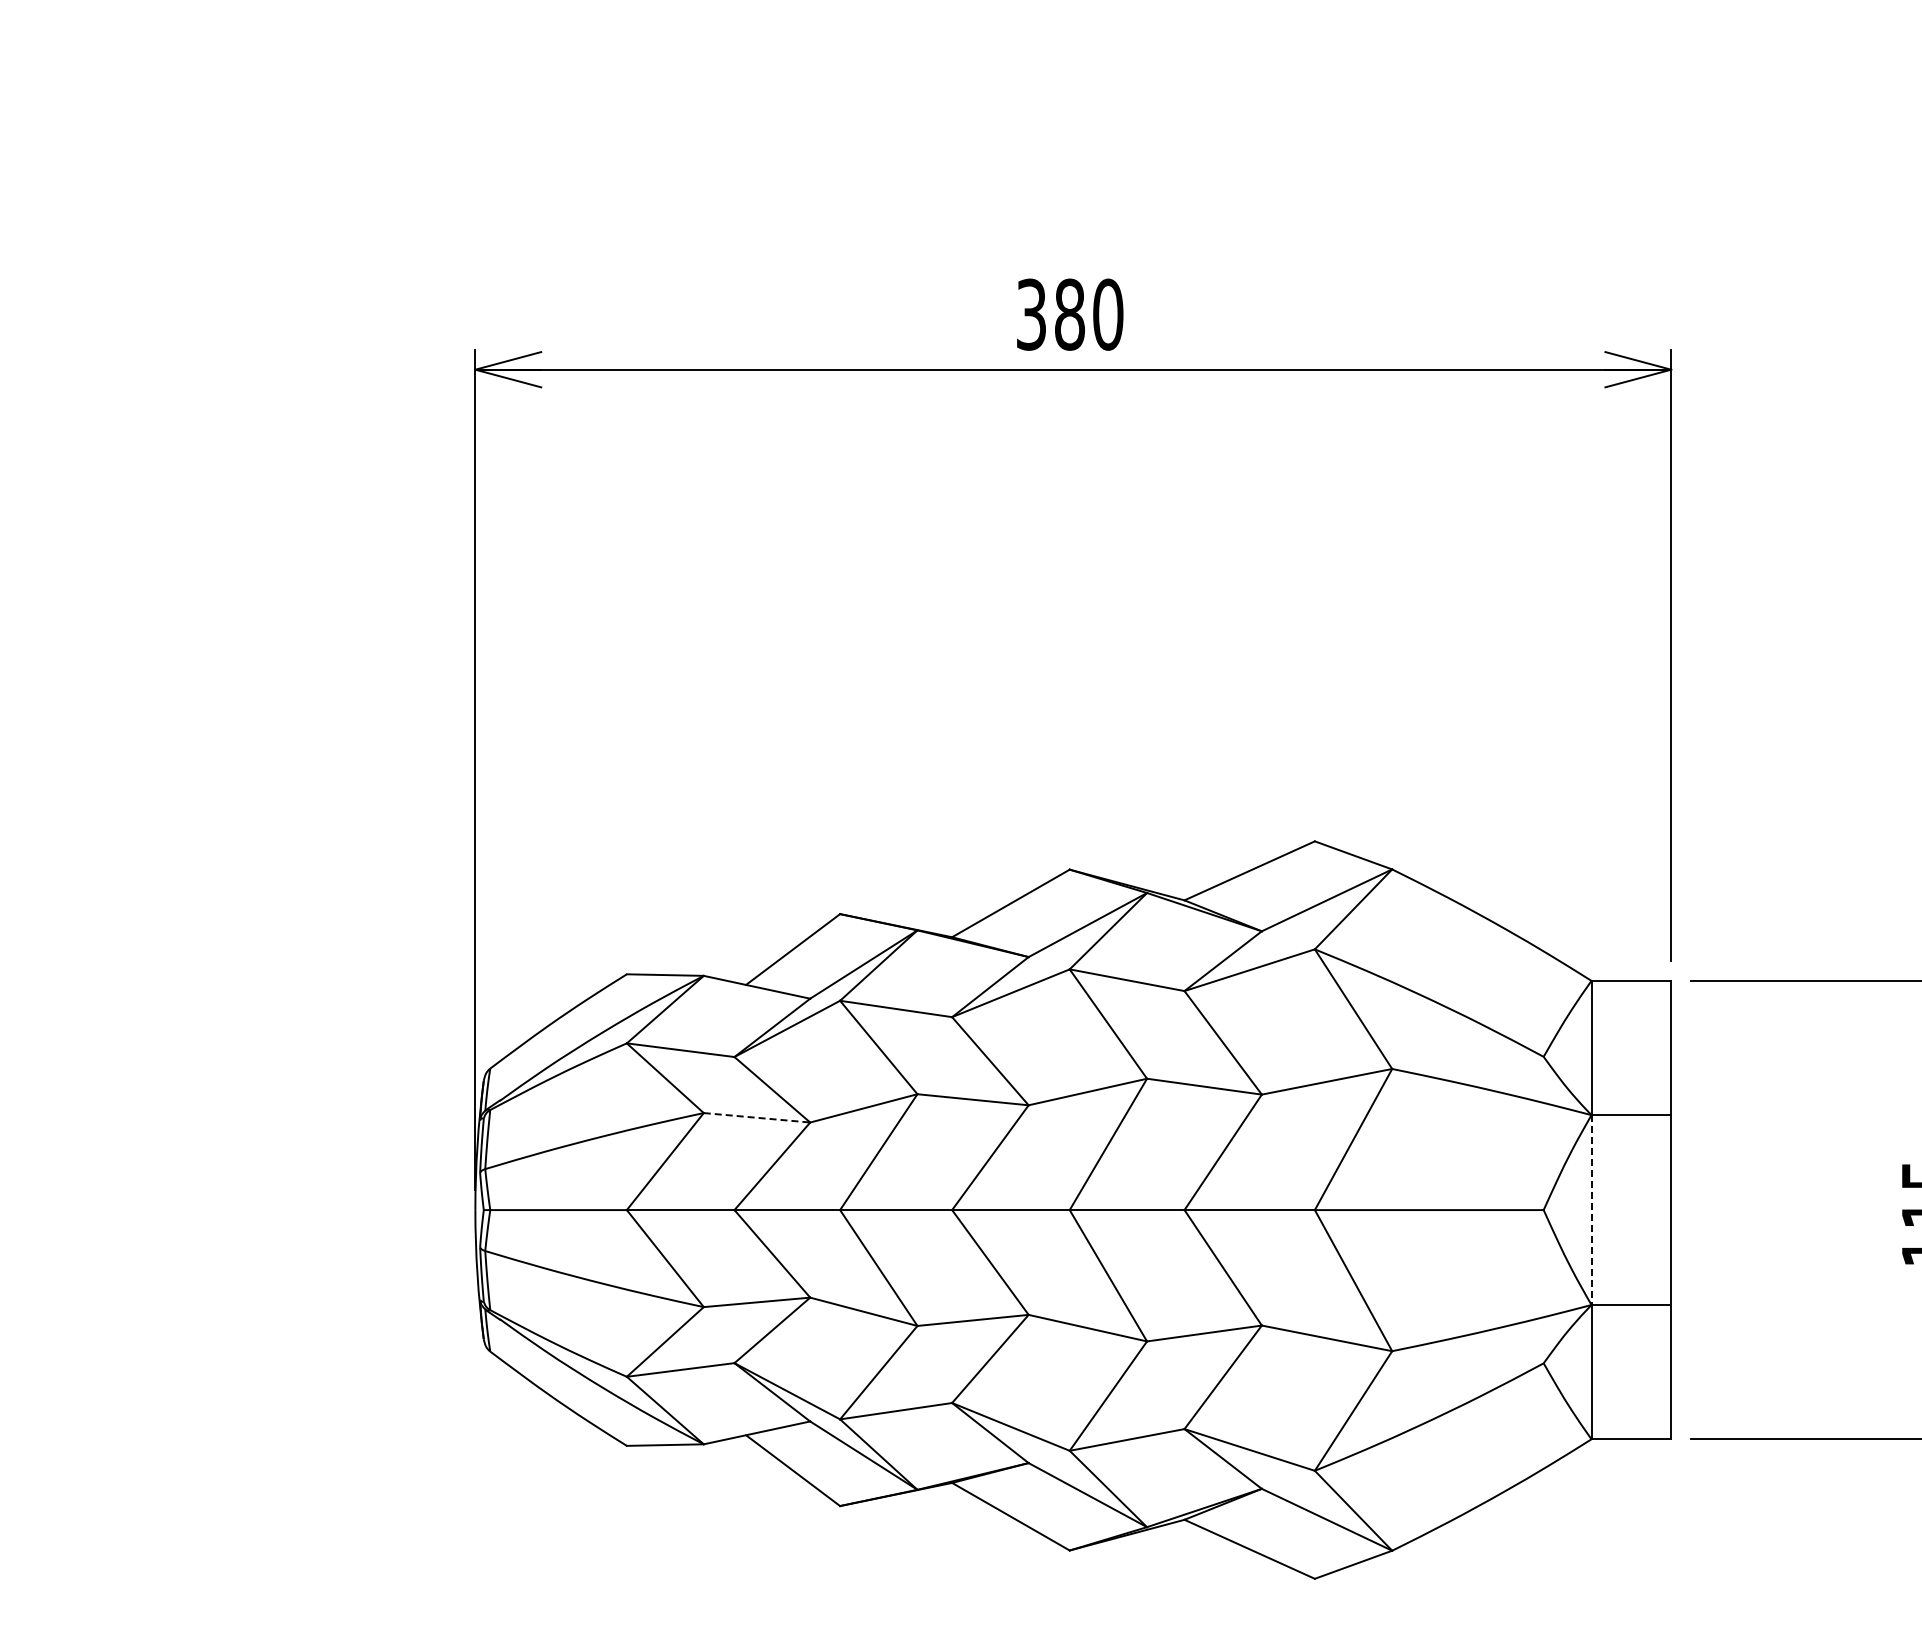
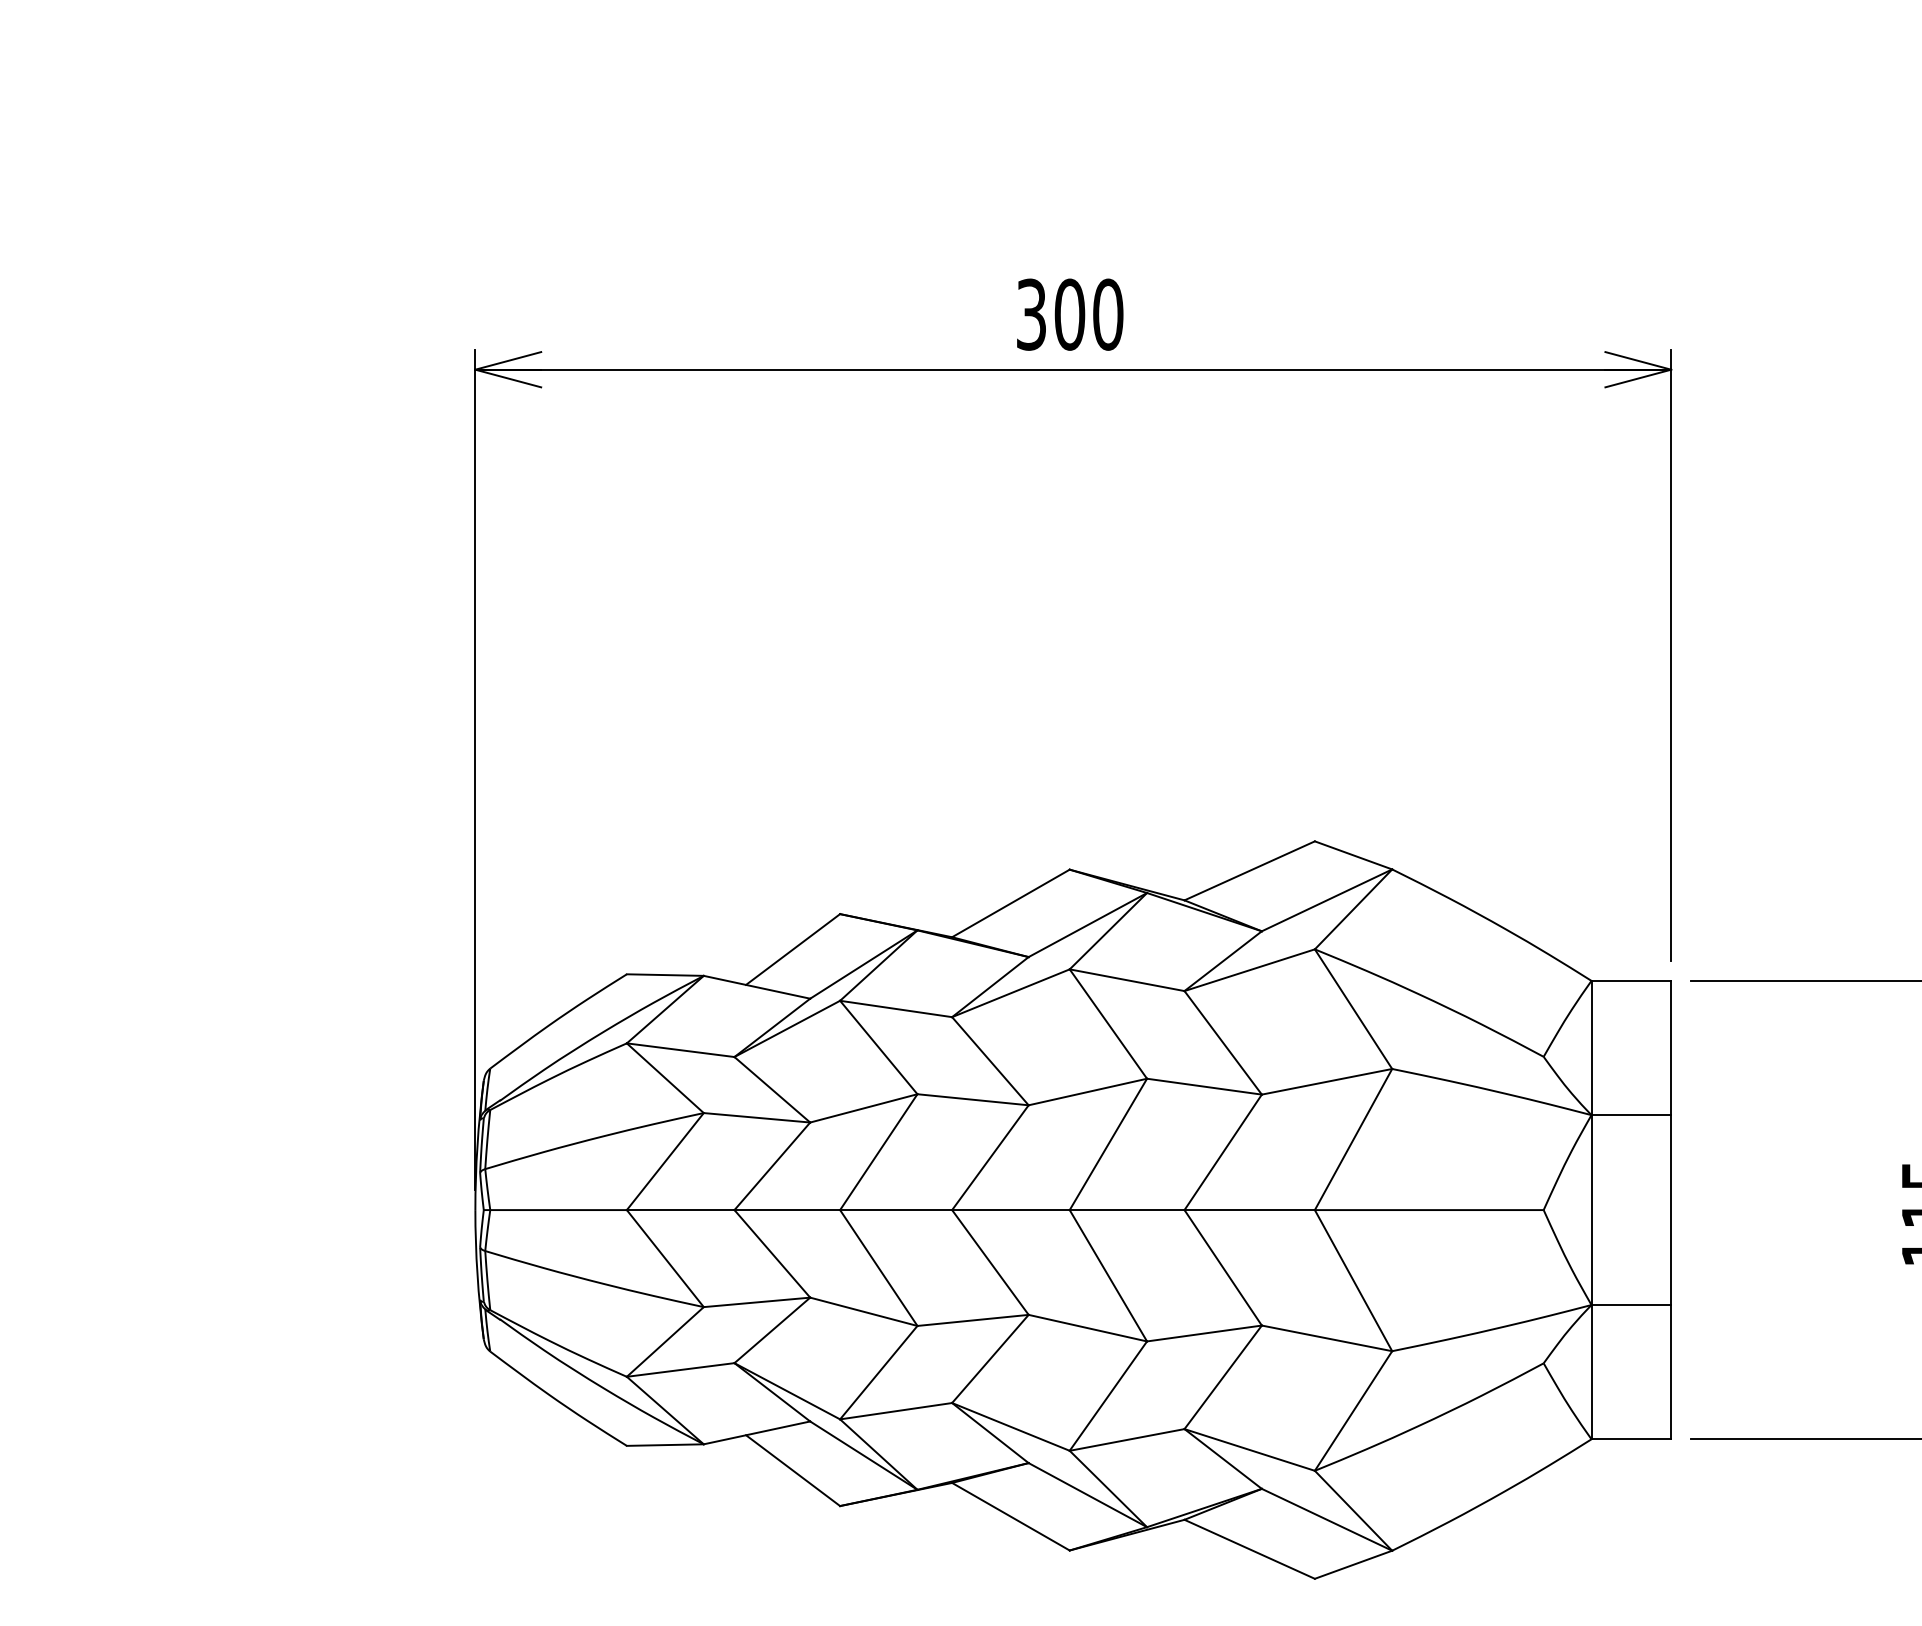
text at (1069, 314): 380 -> 300
line at (757, 1117): dashed -> solid
line at (1591, 1210): dashed -> solid
